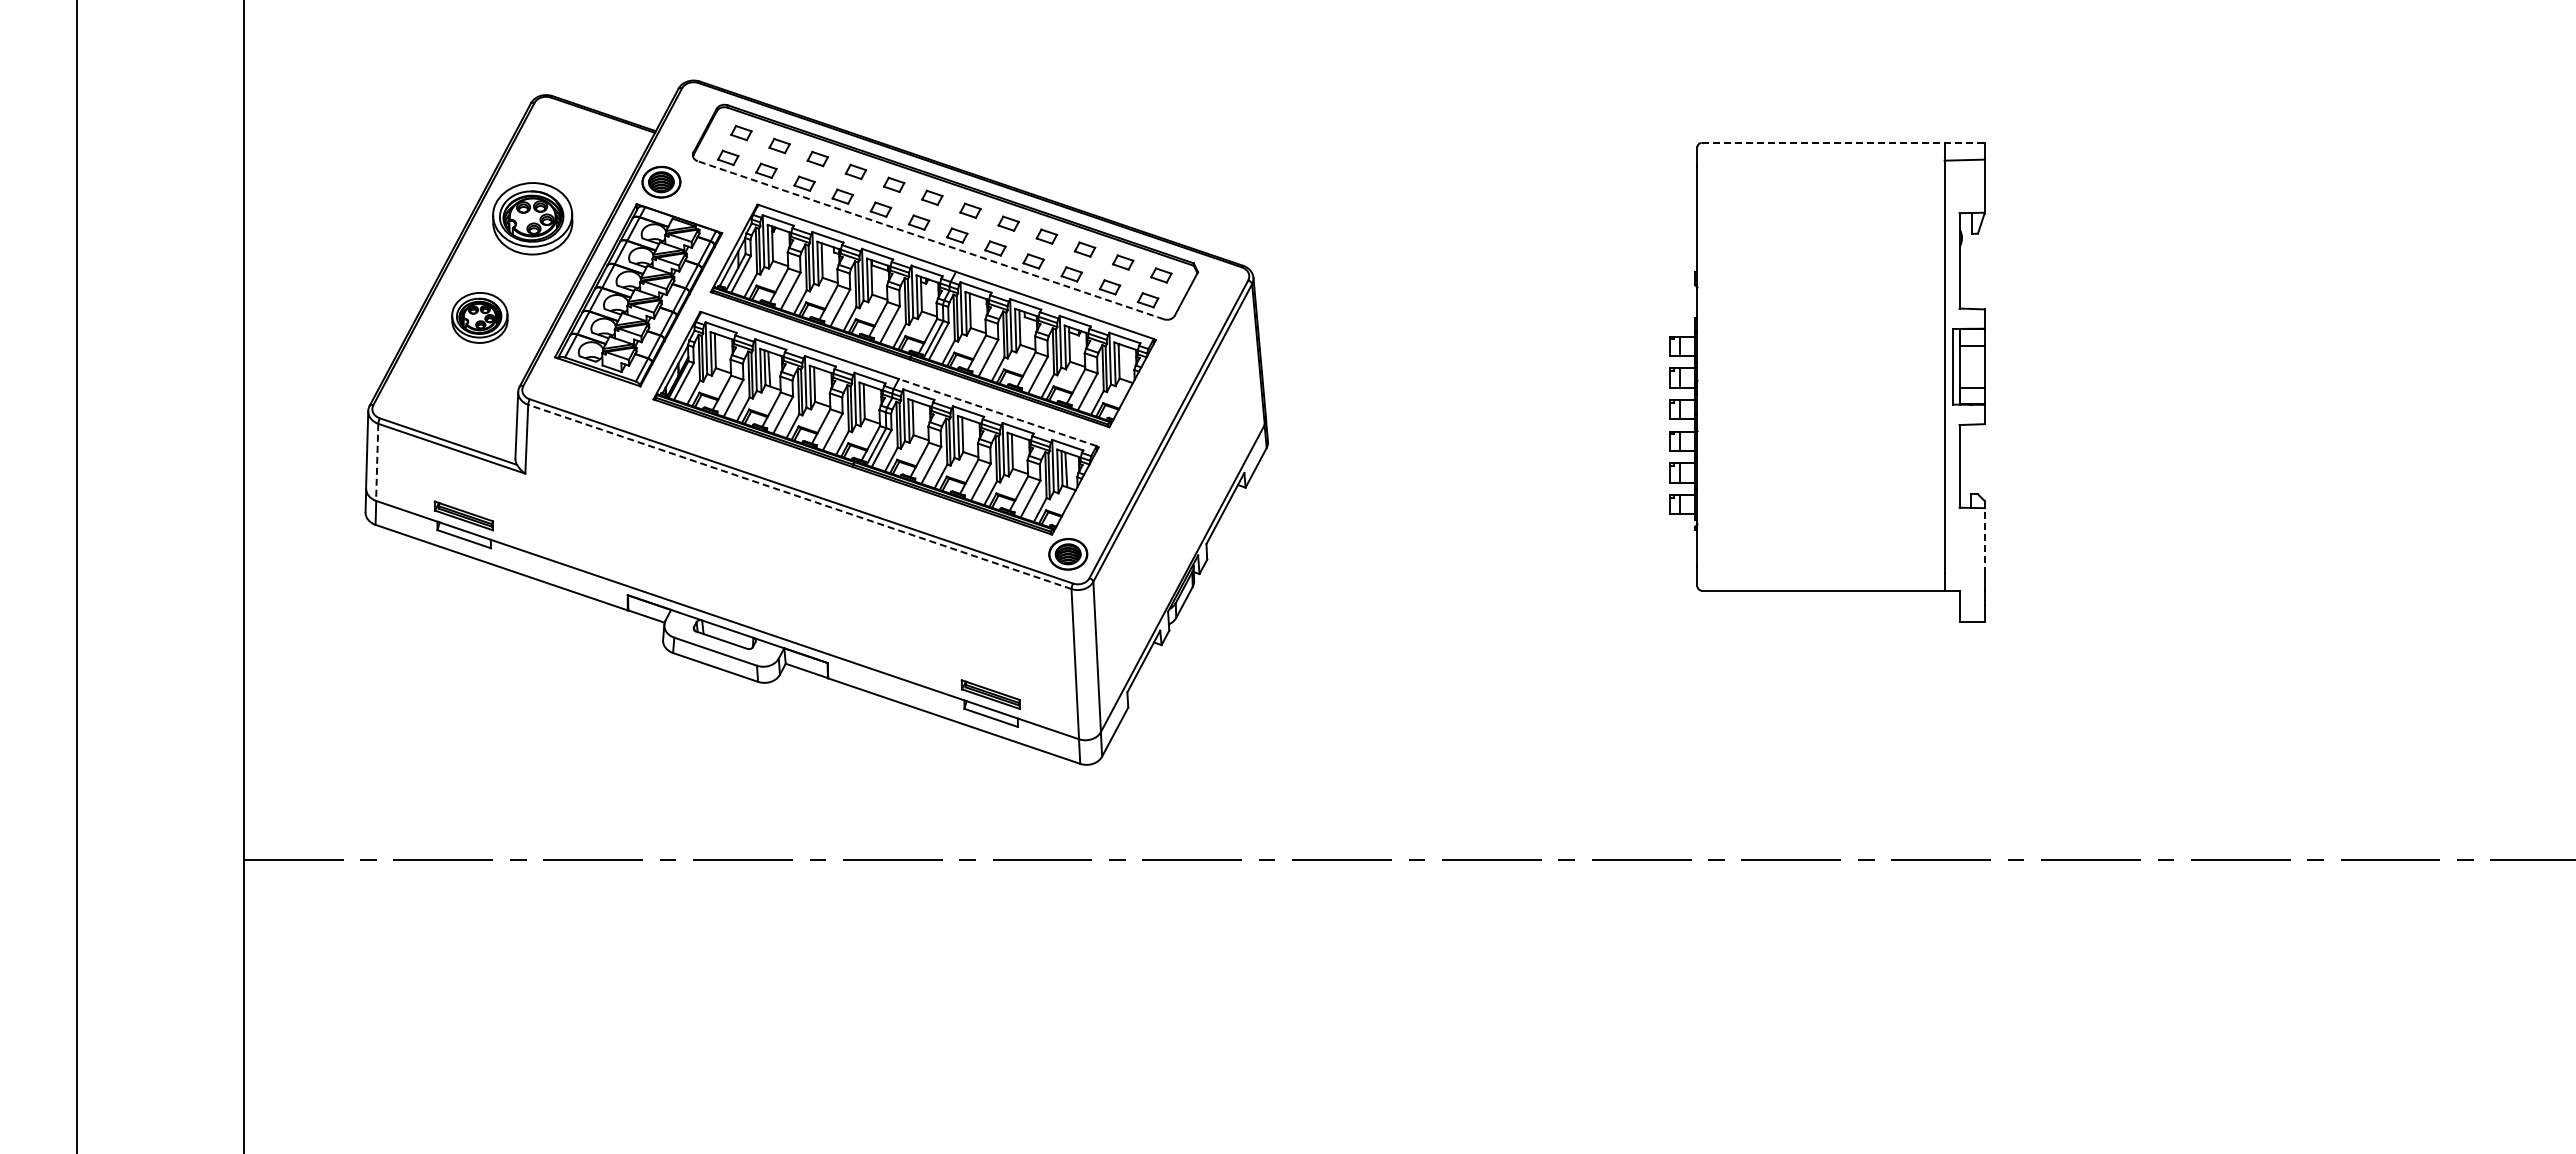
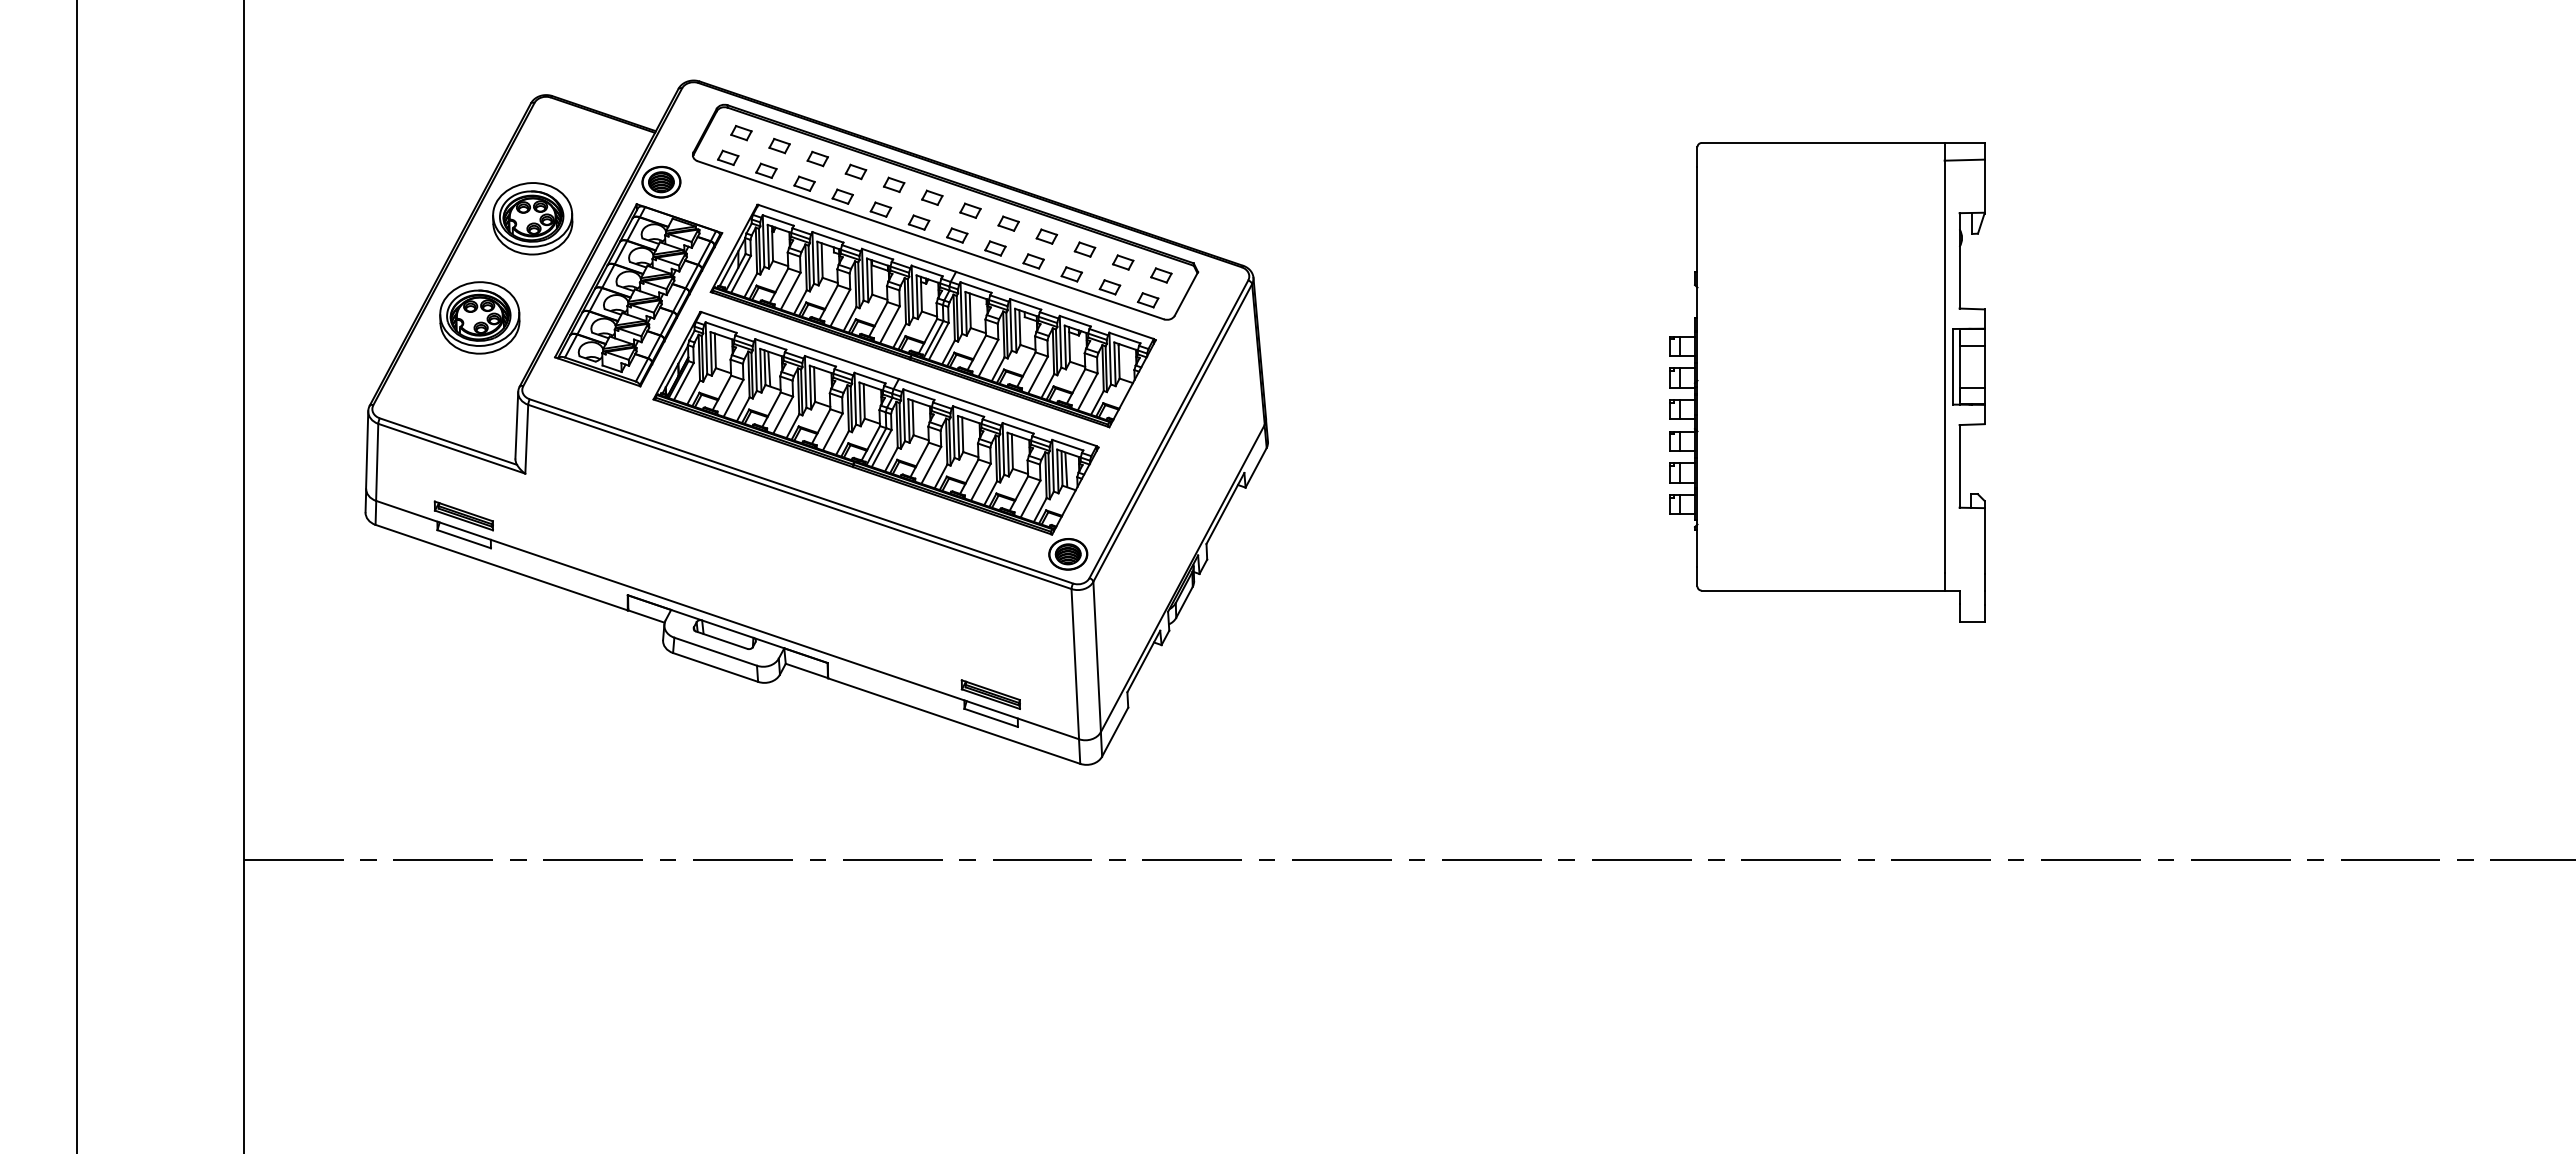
line at (1843, 143): dashed -> solid
line at (930, 240): dashed -> solid
part at (479, 317) size: 58x52 px -> 82x74 px
line at (997, 412): dashed -> solid
line at (377, 462): dashed -> solid
line at (799, 496): dashed -> solid
line at (1984, 541): dashed -> solid
